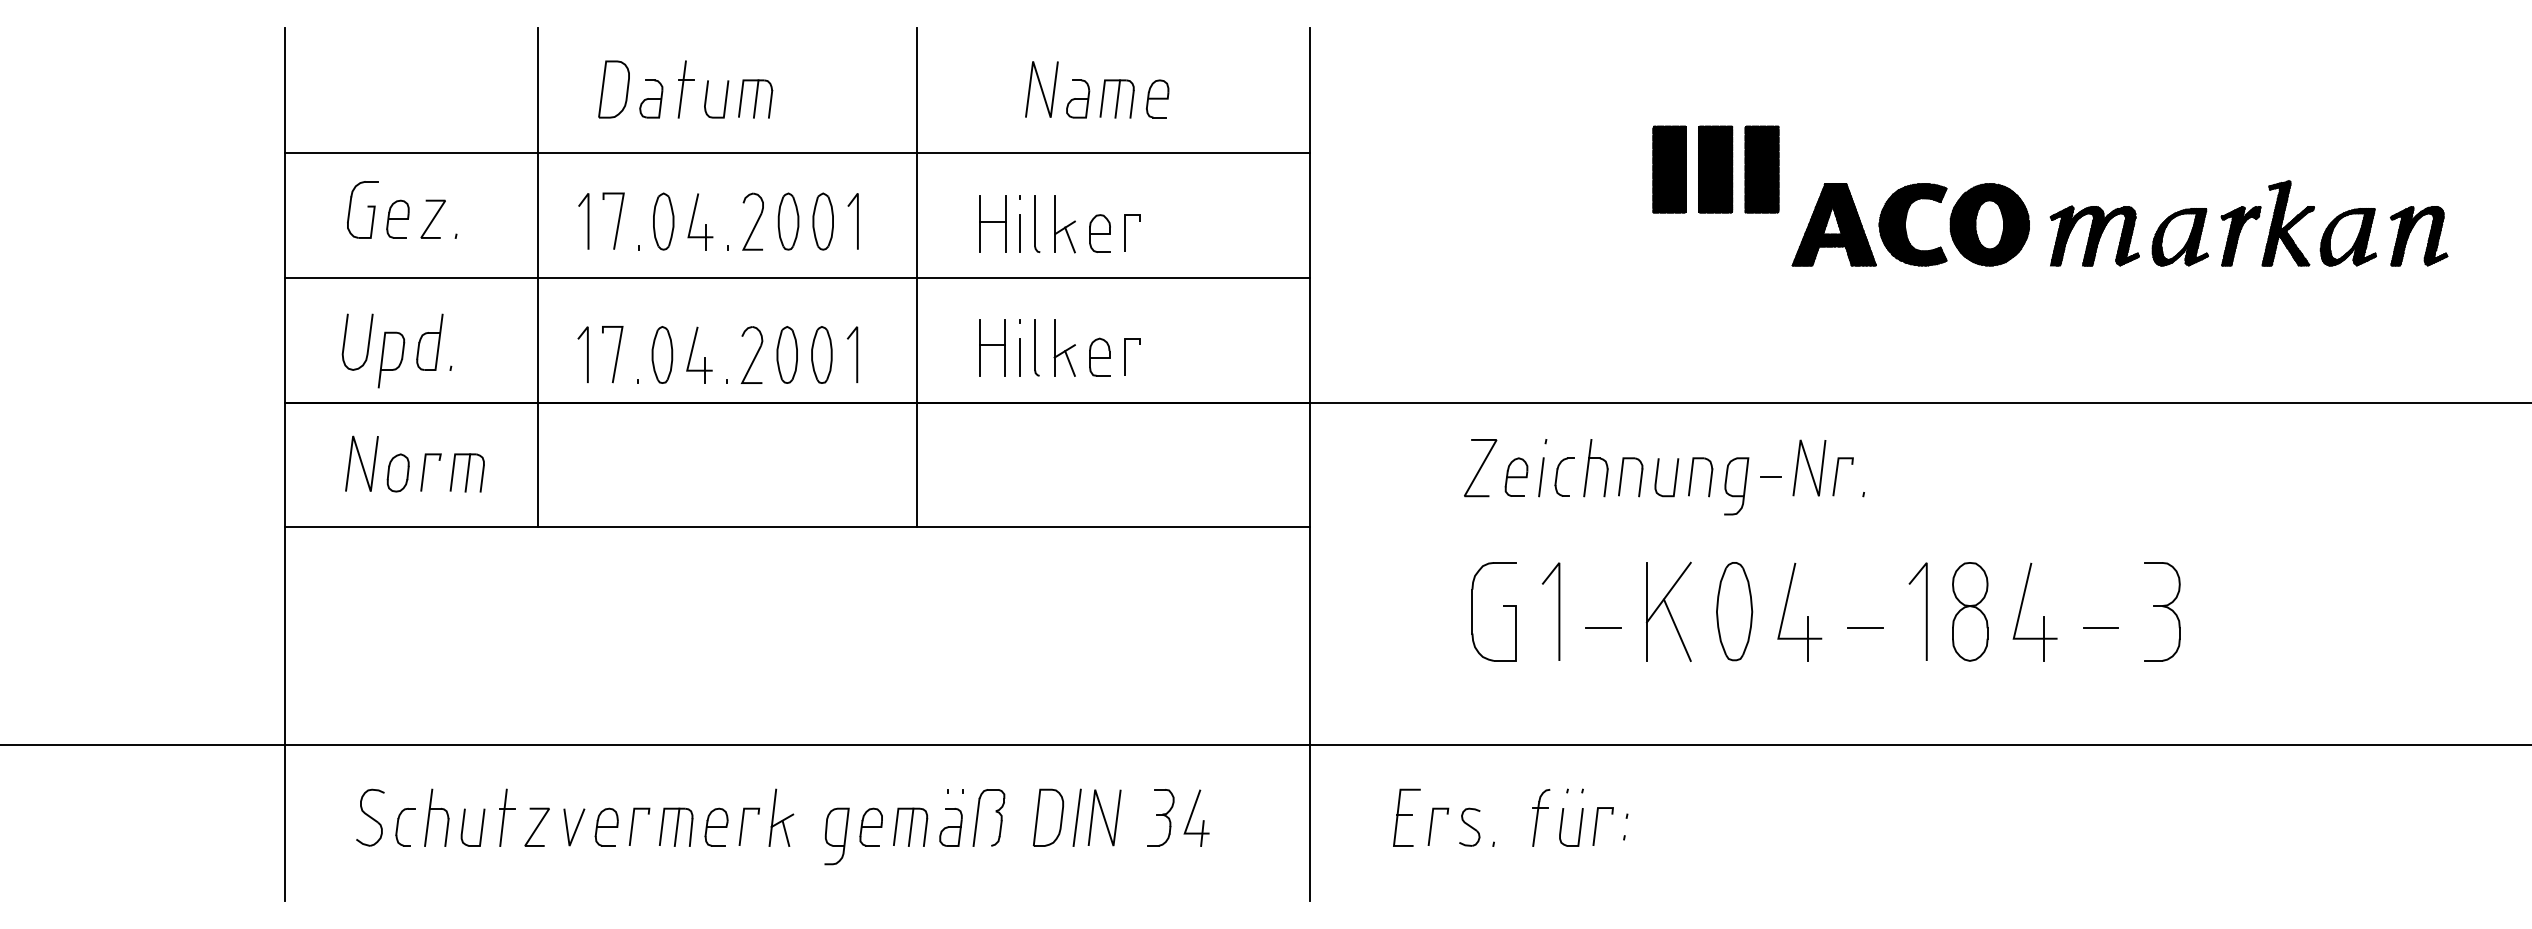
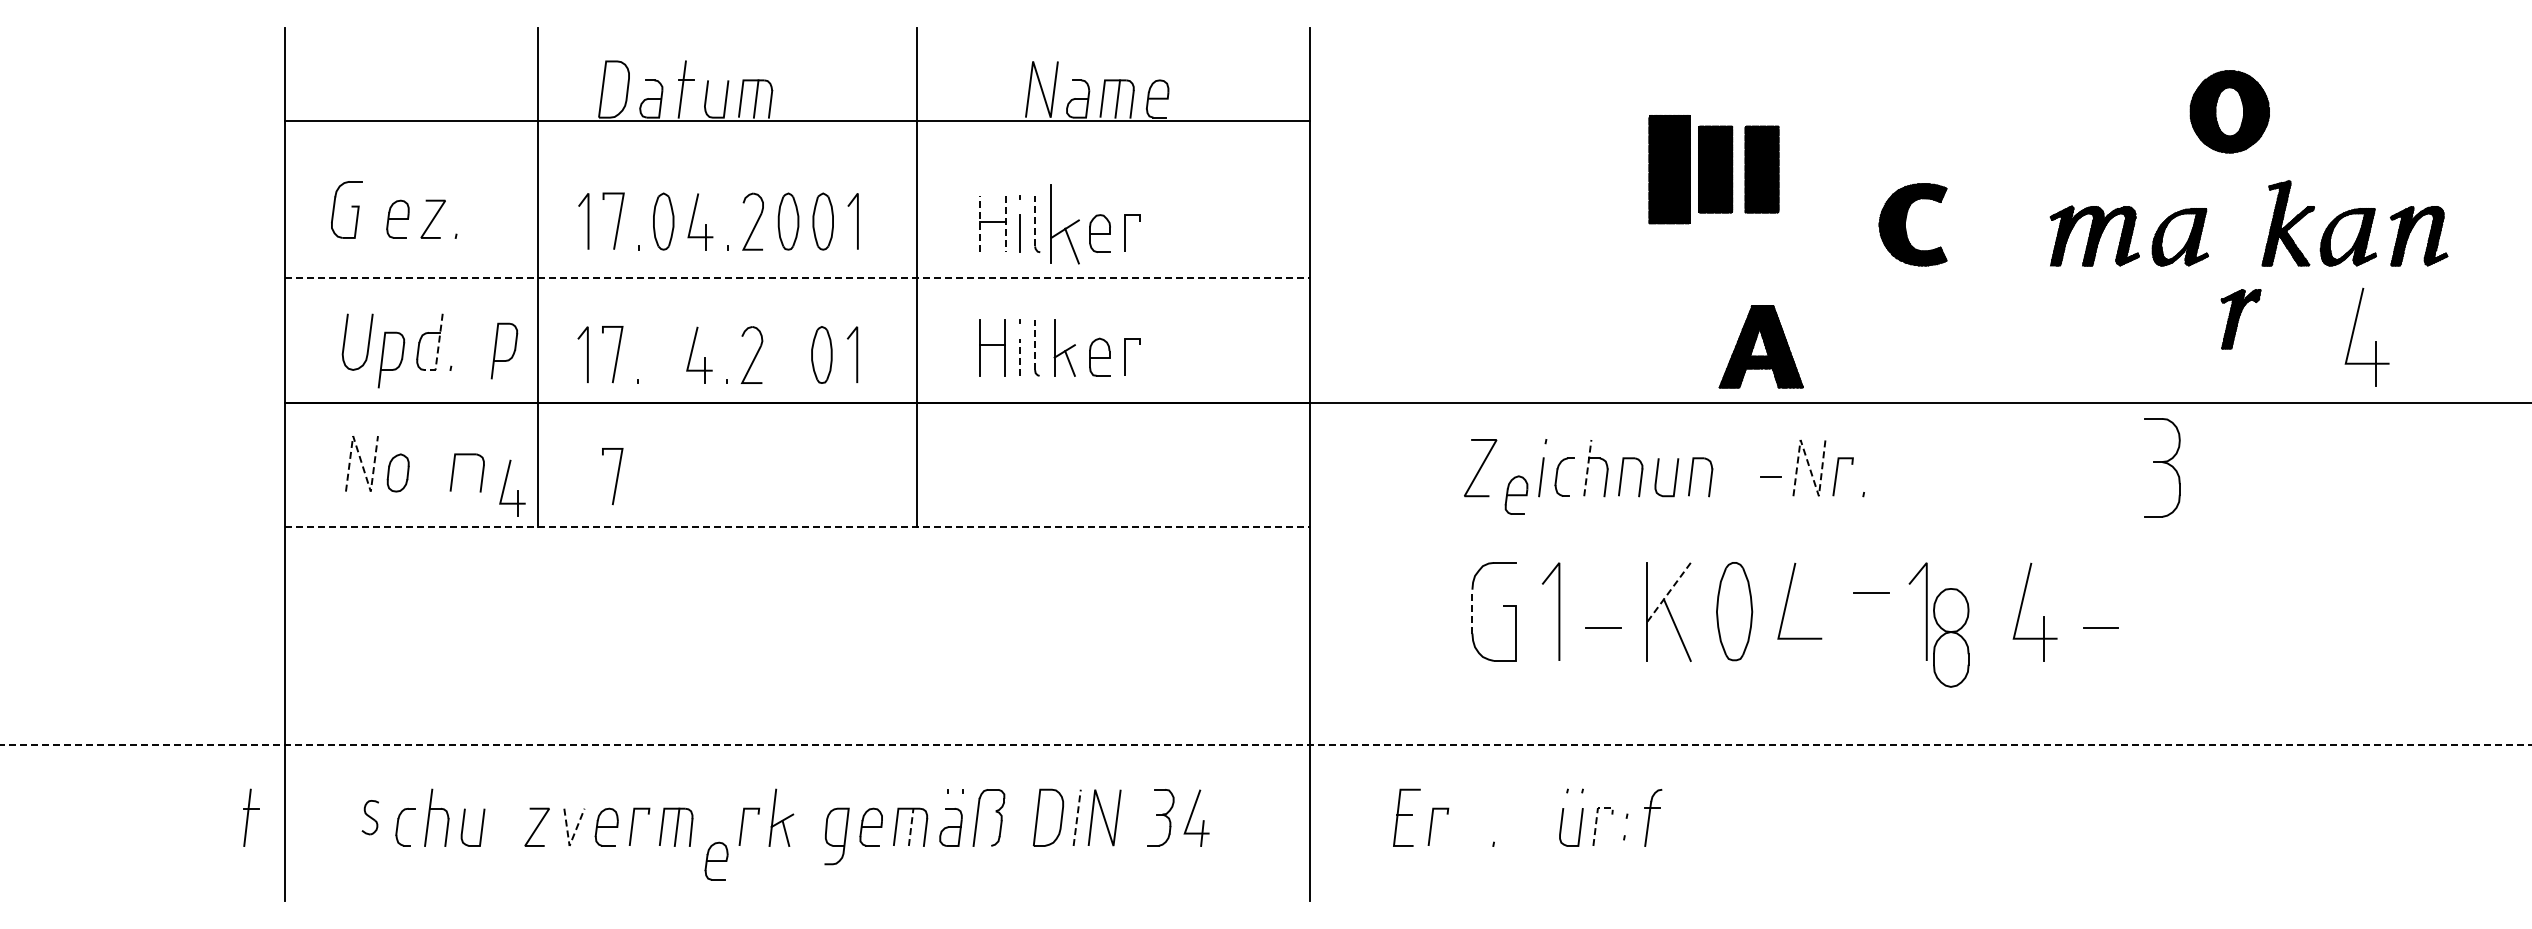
line at (797, 152) position: (797, 152) -> (797, 120)
part at (1669, 169) size: 35x89 px -> 43x110 px
part at (362, 209) position: (362, 209) -> (346, 209)
line at (1035, 220): solid -> dashed
line at (980, 223): solid -> dashed
line at (1005, 224): solid -> dashed
part at (1064, 224) size: 22x59 px -> 30x81 px
part at (1833, 224) position: (1833, 224) -> (1760, 346)
part at (1989, 224) position: (1989, 224) -> (2229, 111)
part at (2240, 236) position: (2240, 236) -> (2240, 319)
line at (797, 277): solid -> dashed
part at (2375, 341): none -> present
line at (1035, 345): solid -> dashed
line at (438, 348): solid -> dashed
part at (504, 350): none -> present
part at (662, 354): present -> none
part at (786, 354): present -> none
line at (1020, 357): solid -> dashed
line at (362, 464): solid -> dashed
line at (1587, 467): solid -> dashed
line at (1809, 468): solid -> dashed
line at (424, 472): present -> none
line at (467, 472): present -> none
line at (616, 476): none -> present
part at (1516, 476) position: (1516, 476) -> (1516, 494)
part at (512, 487): none -> present
curve at (1743, 489): present -> none
line at (797, 526): solid -> dashed
line at (1668, 592): solid -> dashed
line at (1472, 611): solid -> dashed
part at (1970, 611) position: (1970, 611) -> (1951, 637)
part at (2162, 611) position: (2162, 611) -> (2162, 467)
line at (1865, 627) position: (1865, 627) -> (1871, 592)
line at (1808, 638): present -> none
line at (1266, 745): solid -> dashed
line at (1597, 814): solid -> dashed
part at (370, 817) size: 29x59 px -> 18x36 px
part at (507, 817) position: (507, 817) -> (251, 817)
line at (1077, 817): solid -> dashed
part at (1541, 817) position: (1541, 817) -> (1653, 817)
part at (716, 826) position: (716, 826) -> (716, 860)
part at (1469, 826): present -> none
line at (911, 827): solid -> dashed
line at (569, 845): solid -> dashed
